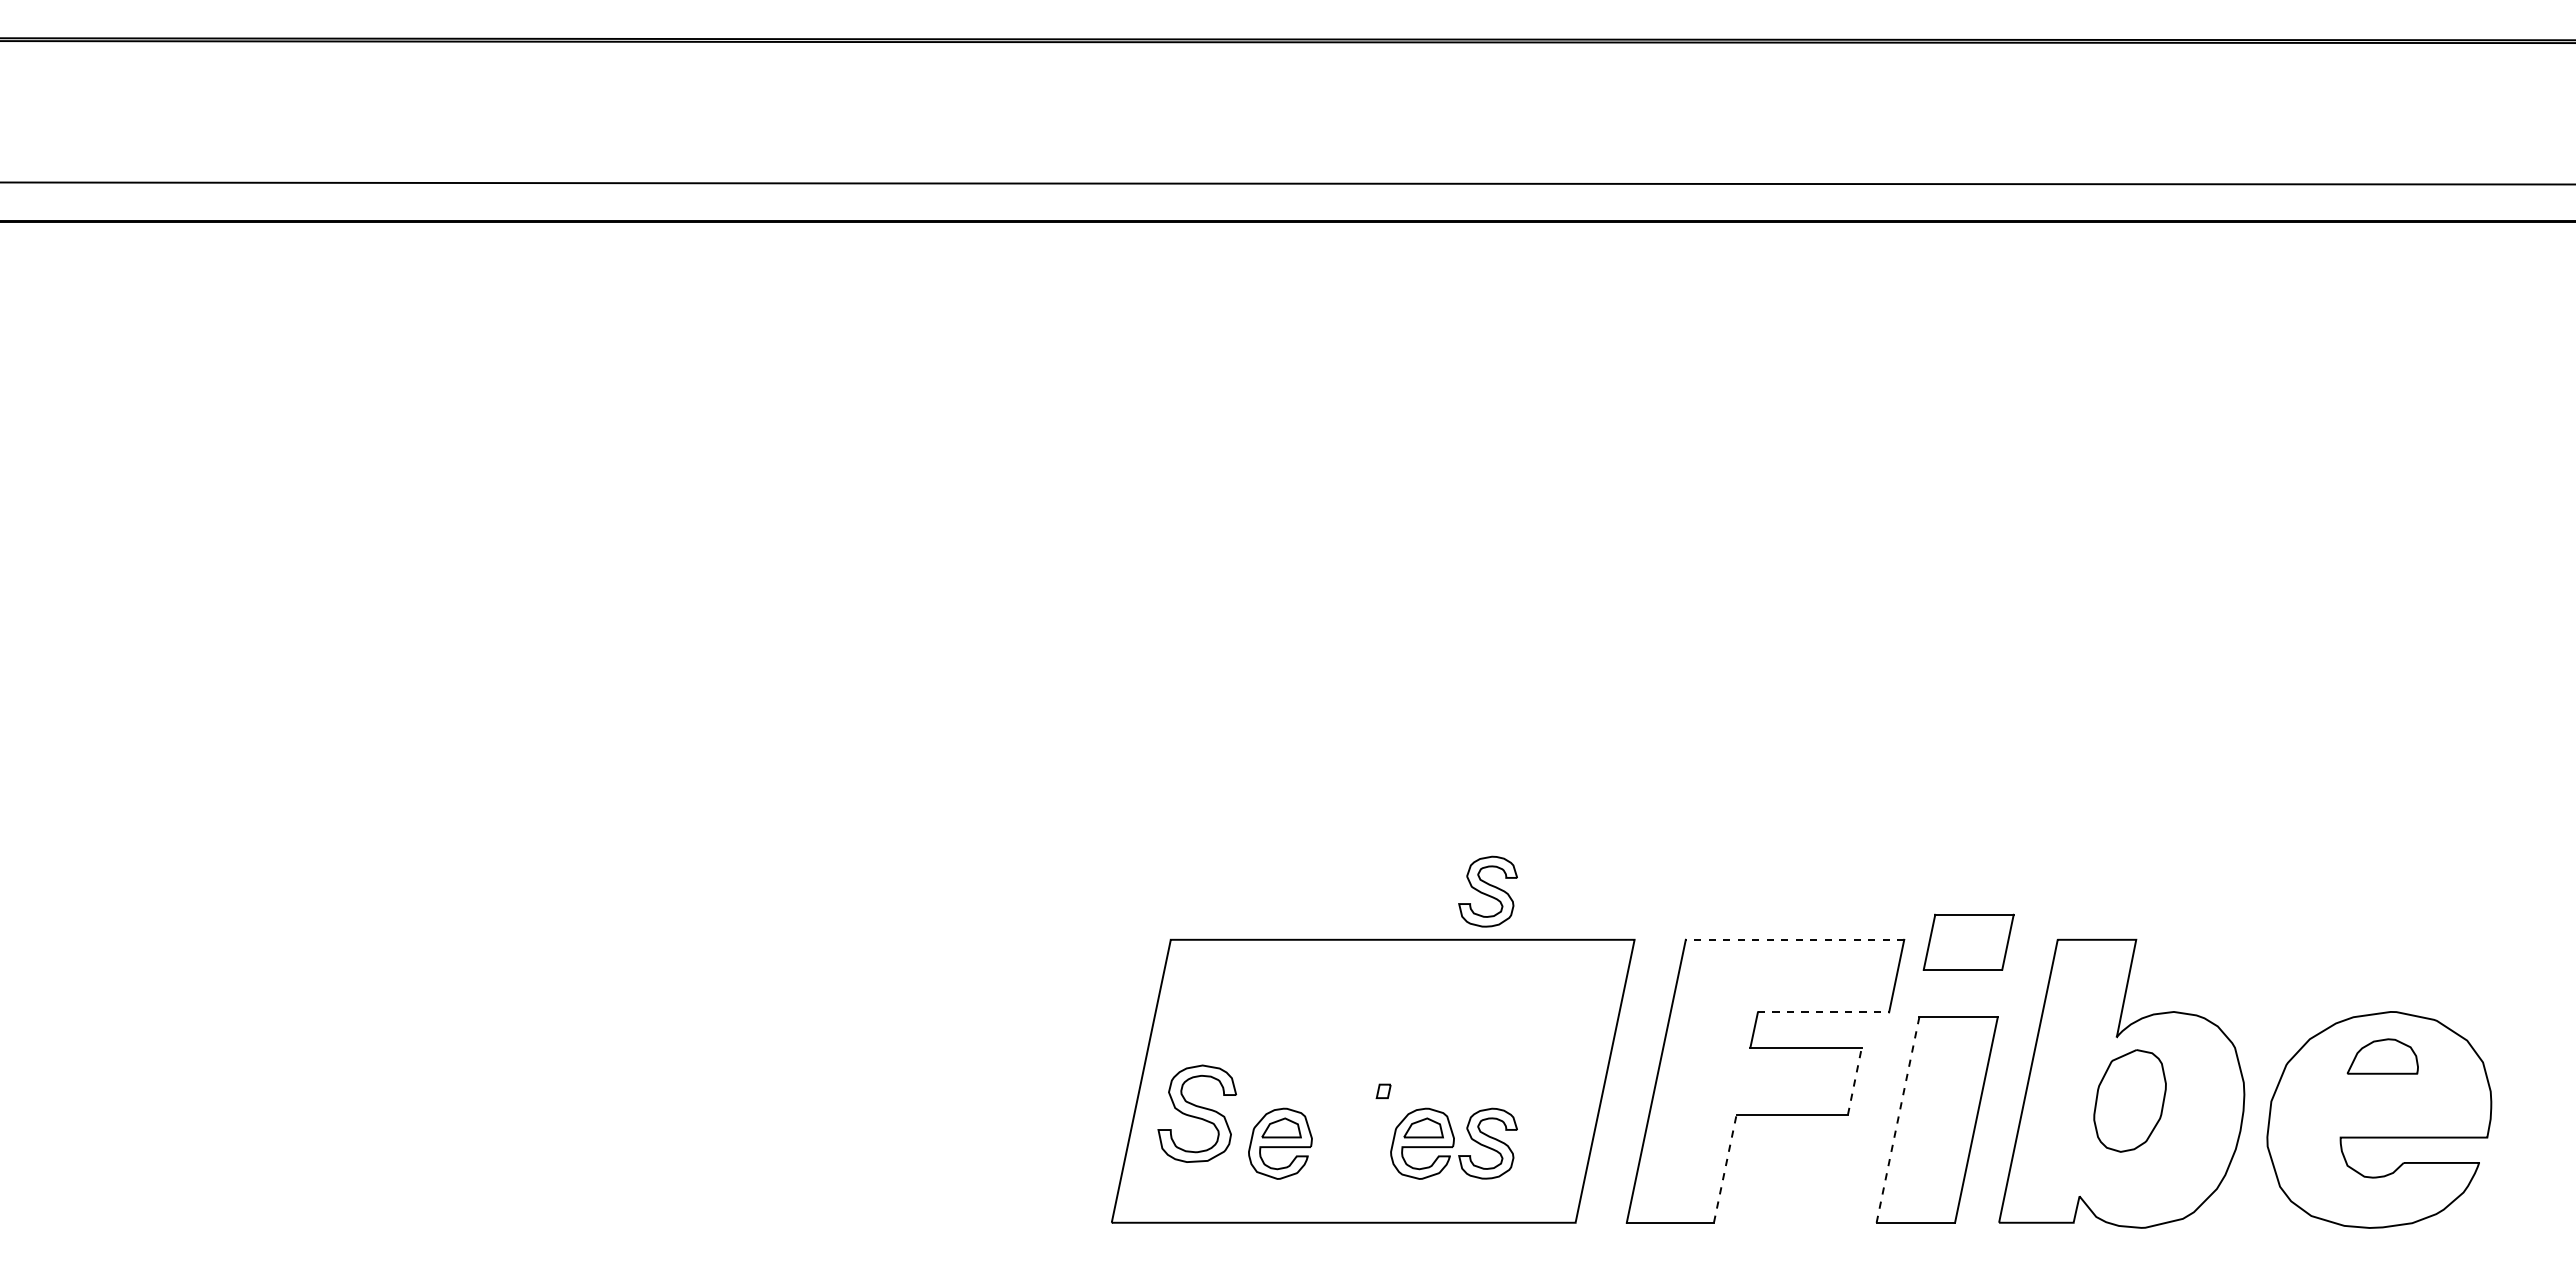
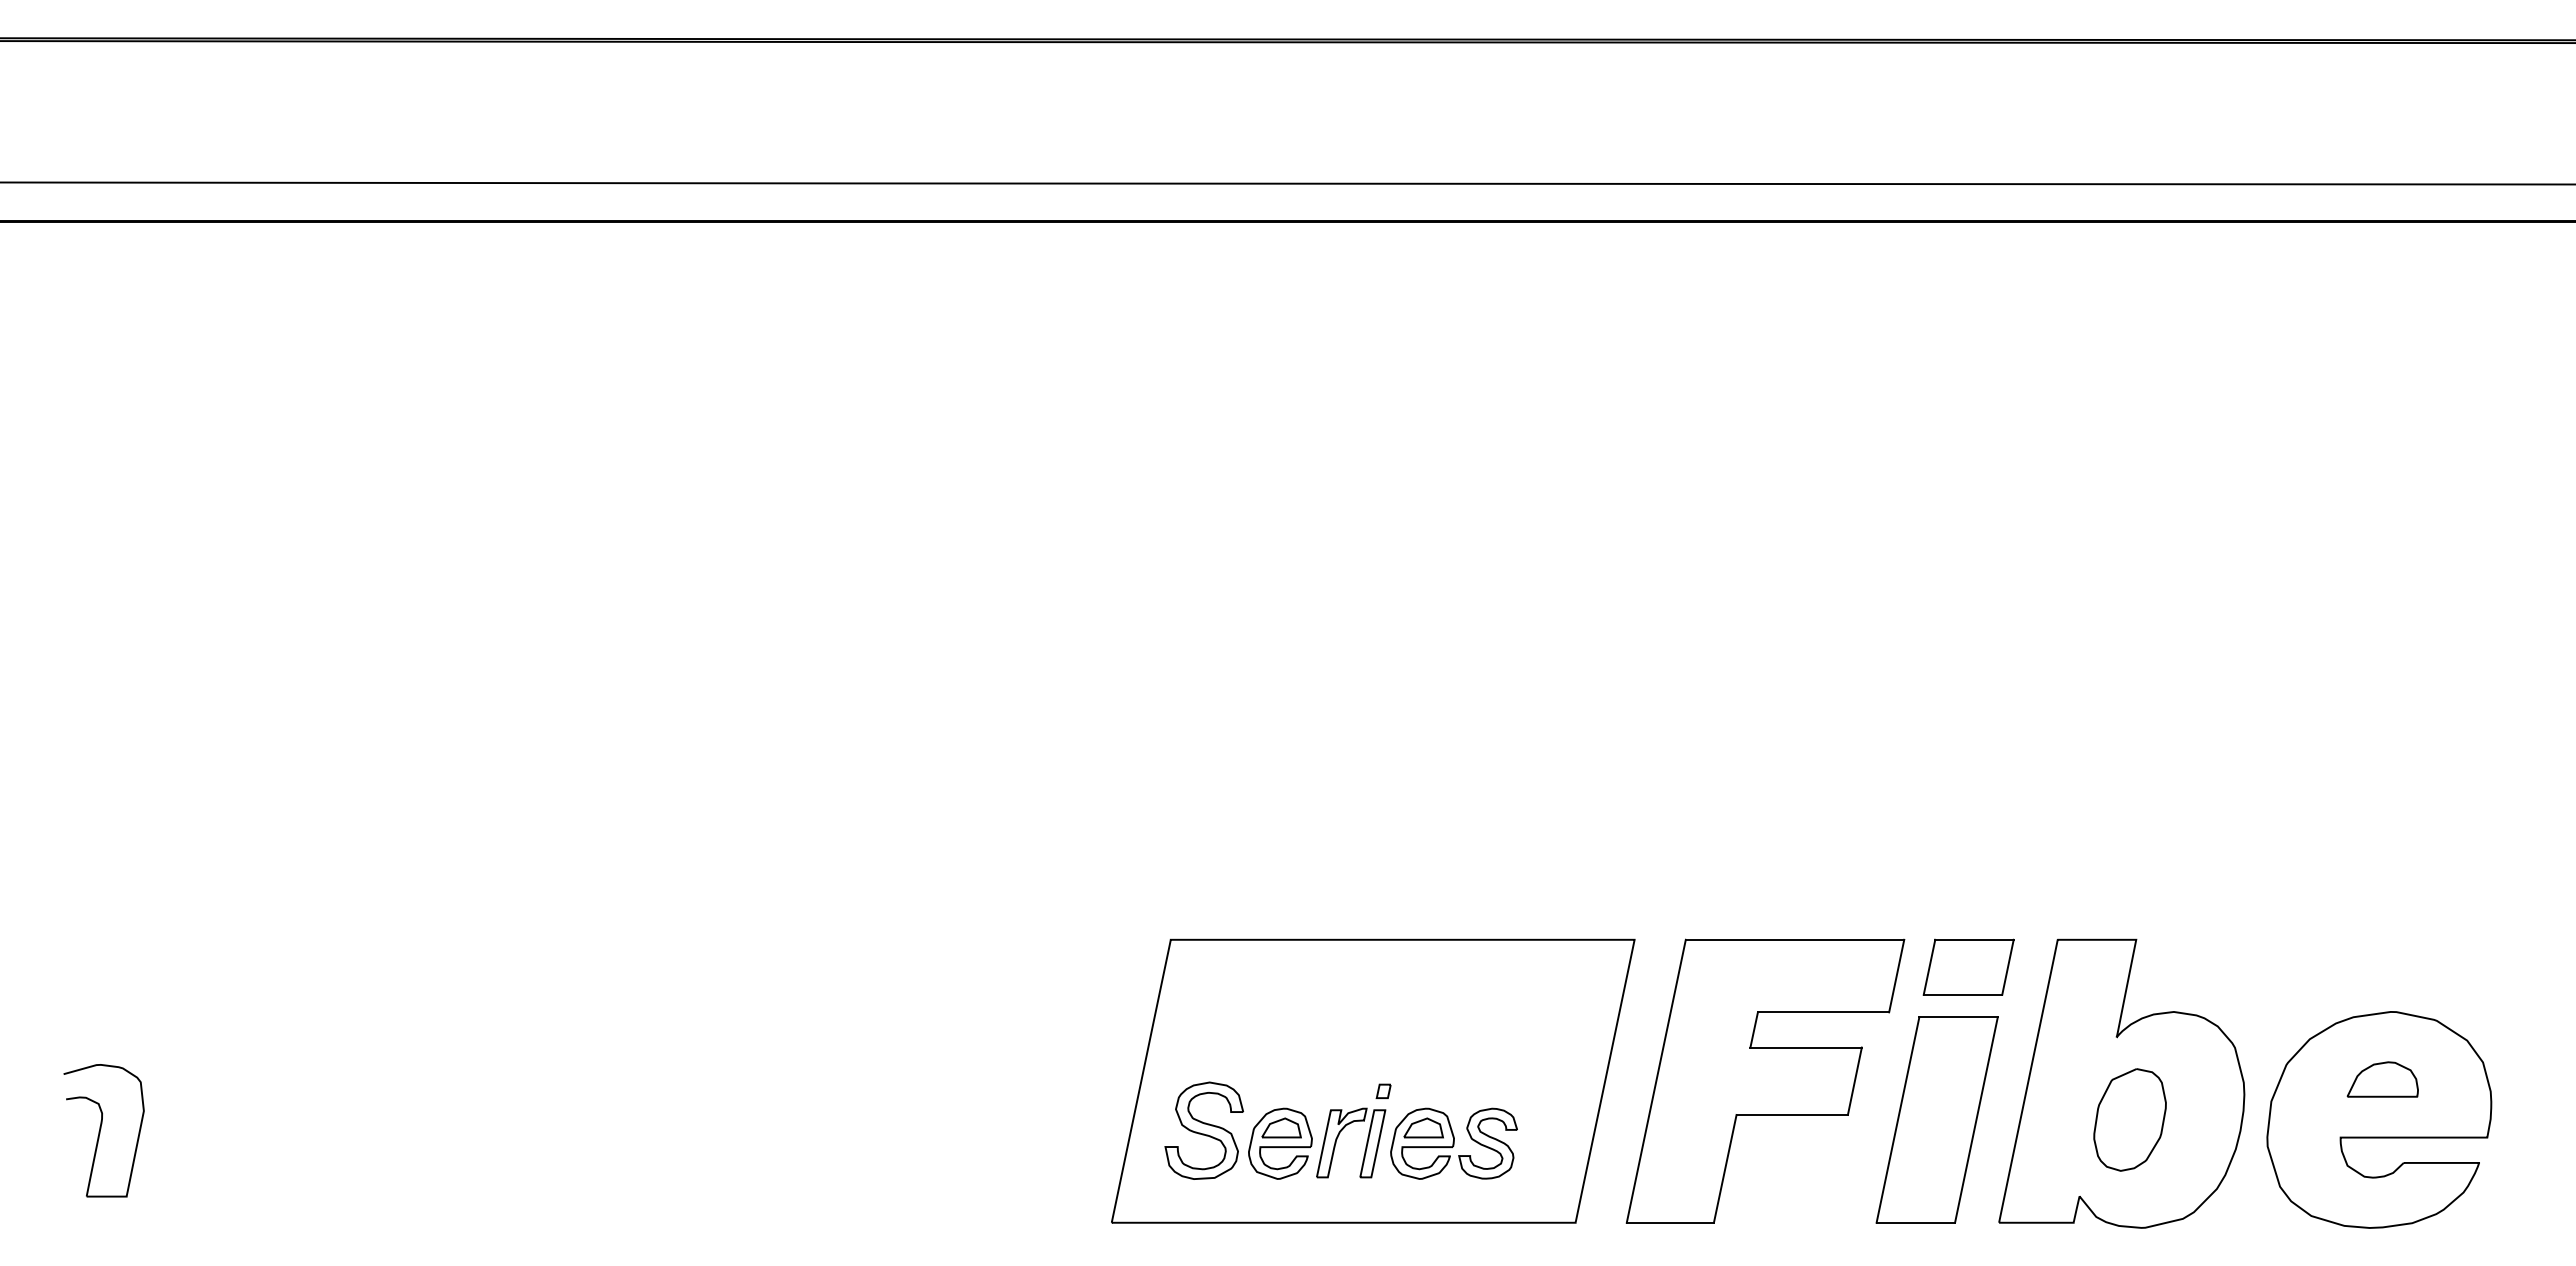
part at (1487, 891): present -> none
line at (1794, 939): dashed -> solid
part at (1968, 941) position: (1968, 941) -> (1968, 966)
line at (1823, 1012): dashed -> solid
part at (2382, 1056) position: (2382, 1056) -> (2382, 1079)
line at (1854, 1080): dashed -> solid
part at (2129, 1100) position: (2129, 1100) -> (2129, 1119)
part at (1196, 1113) position: (1196, 1113) -> (1203, 1130)
line at (1897, 1120): dashed -> solid
part at (103, 1130): none -> present
part at (1339, 1135): none -> present
line at (1725, 1168): dashed -> solid
